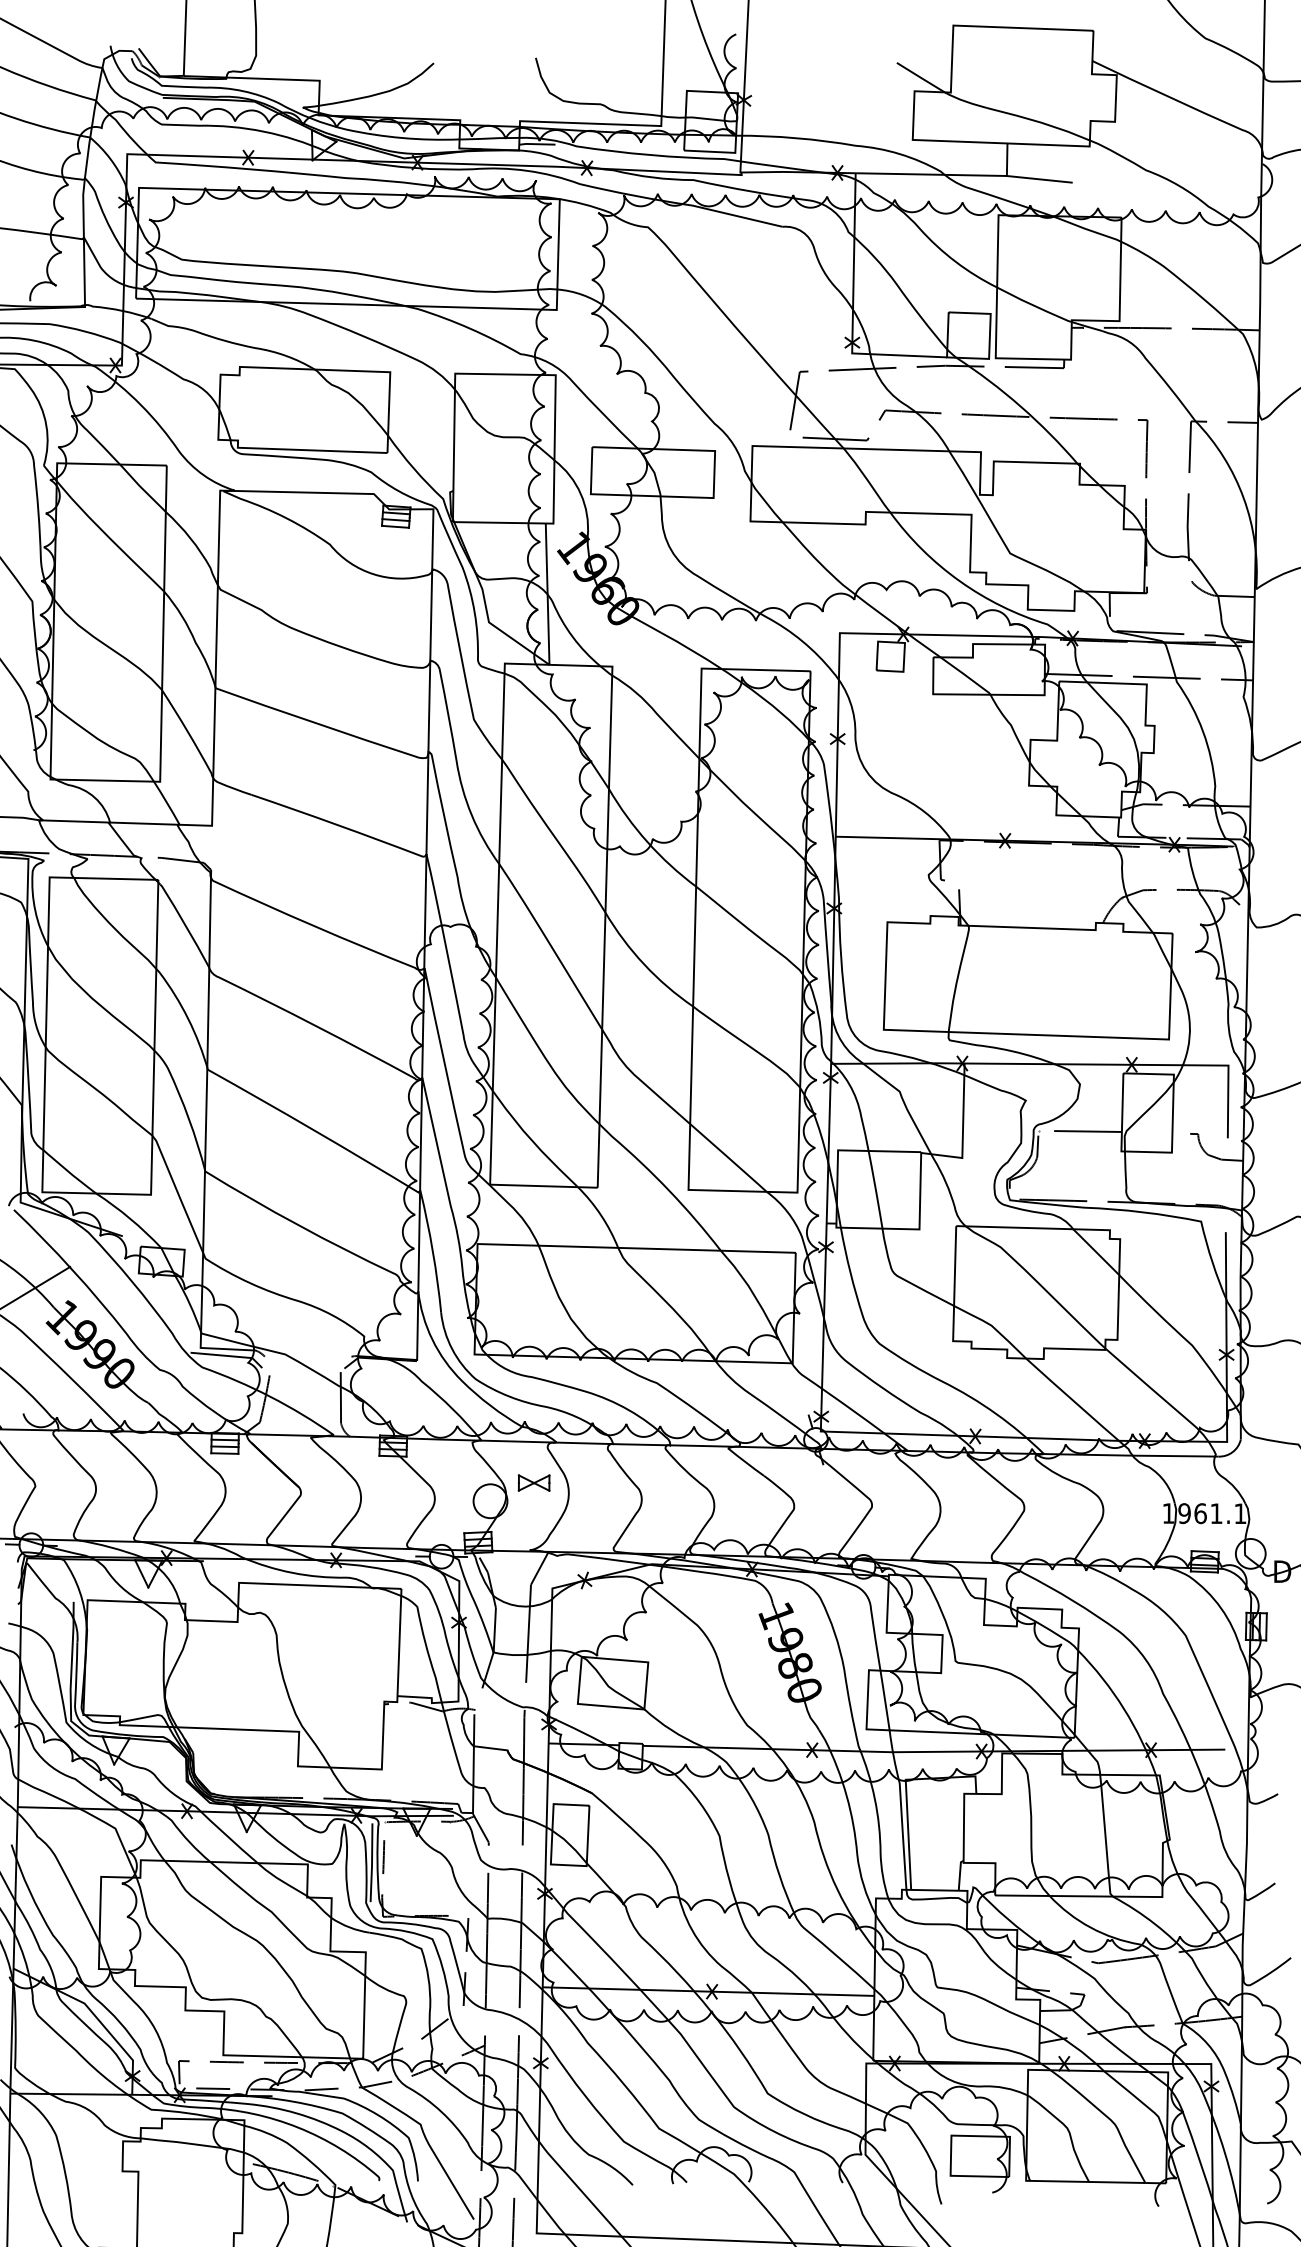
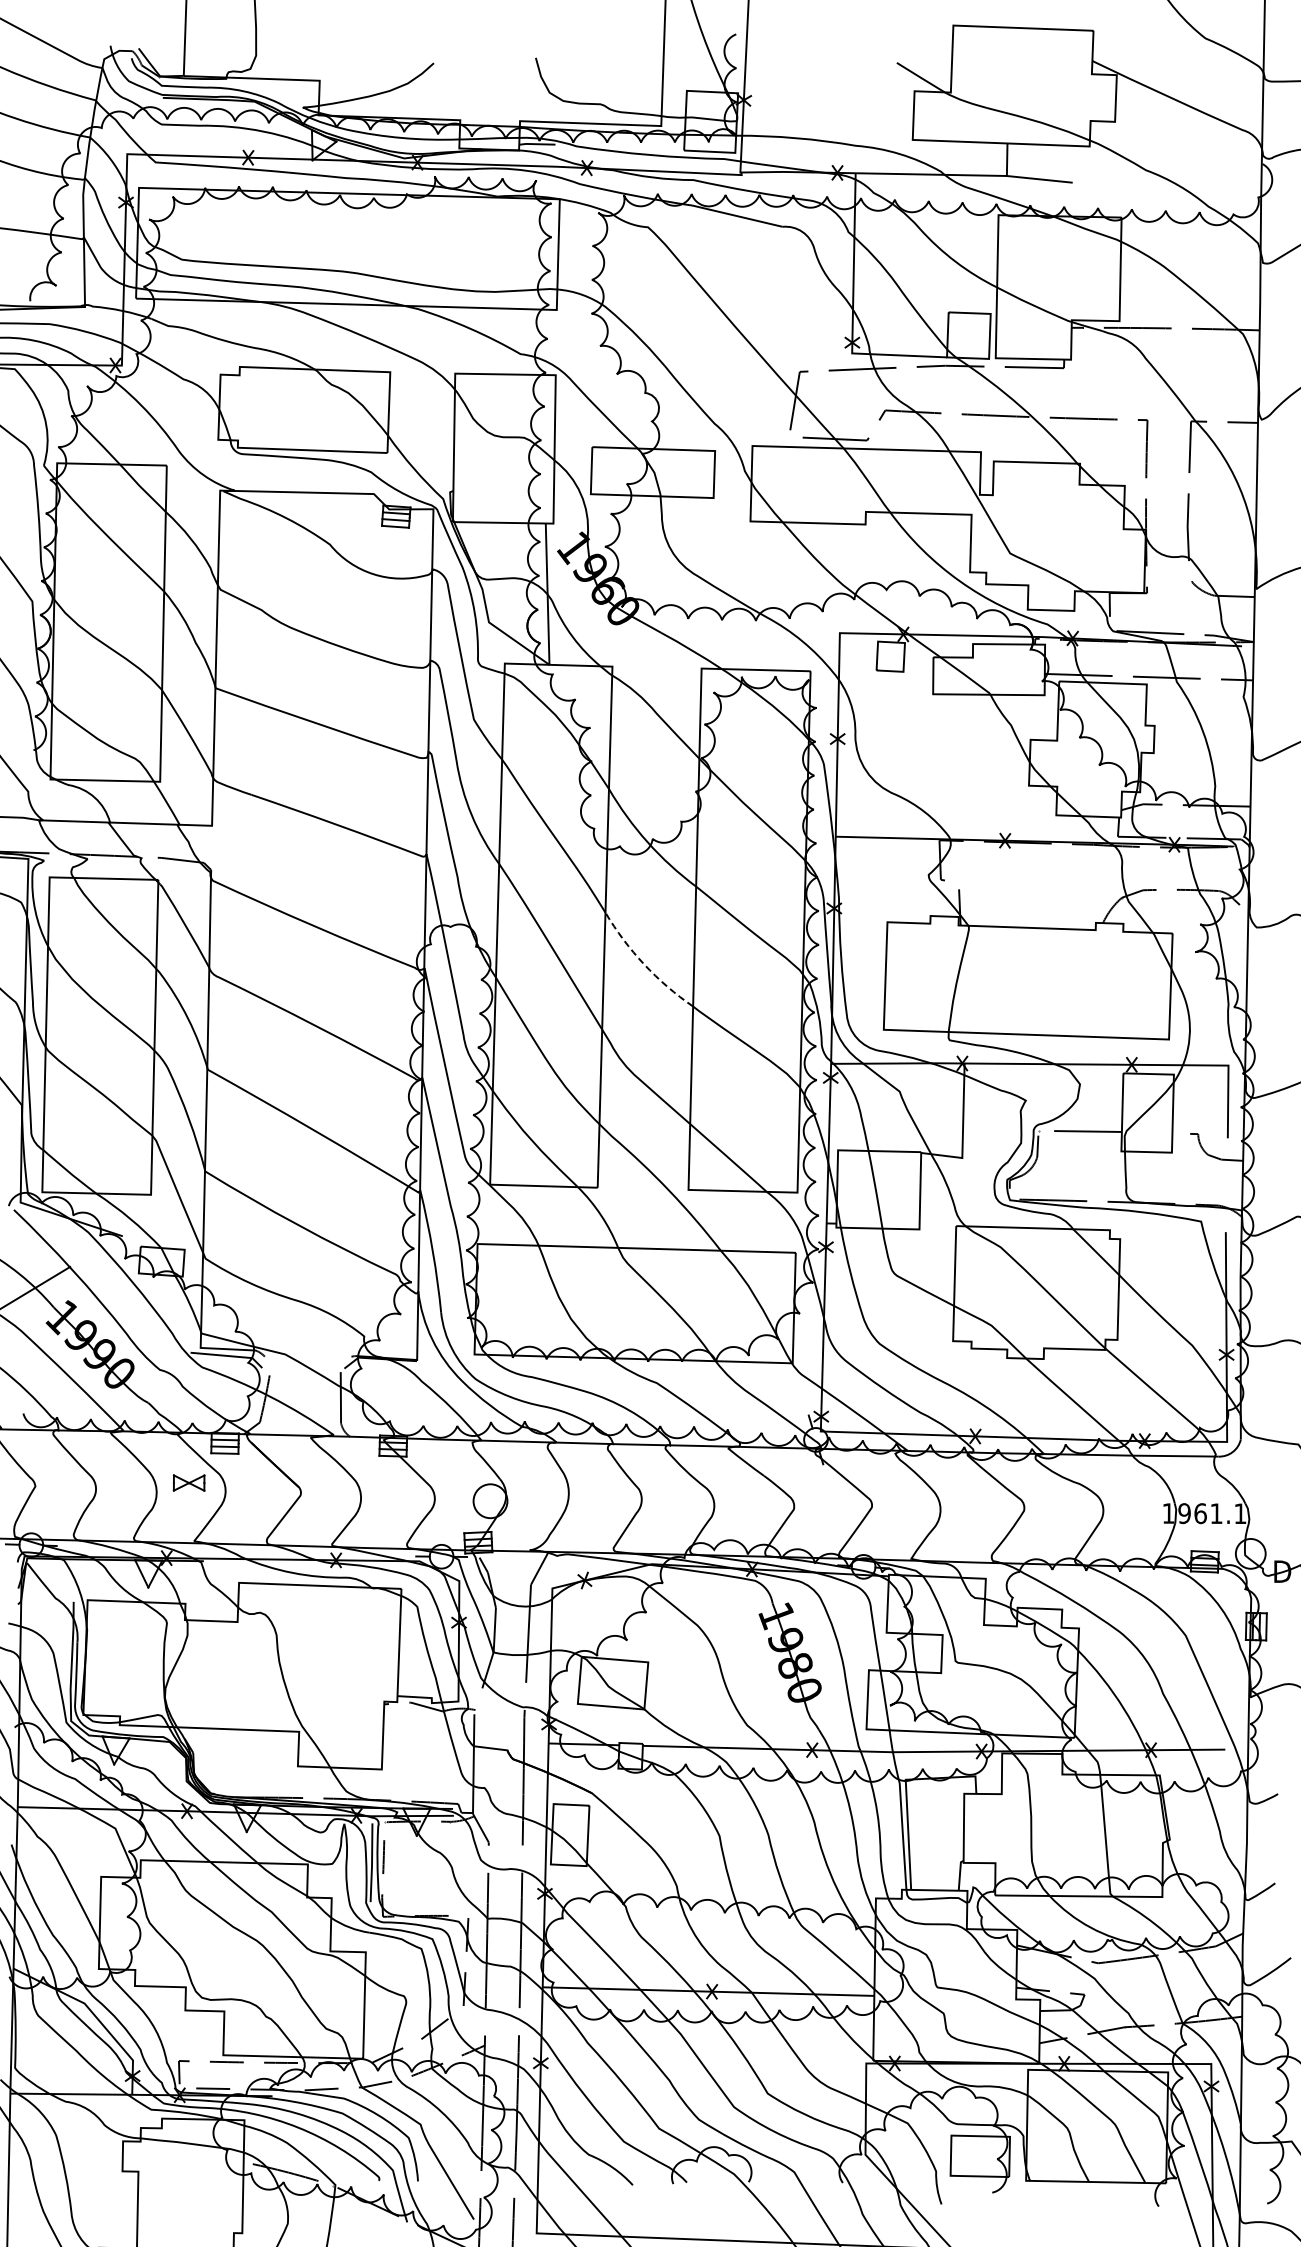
line at (644, 964): solid -> dashed
part at (533, 1482) position: (533, 1482) -> (188, 1482)
